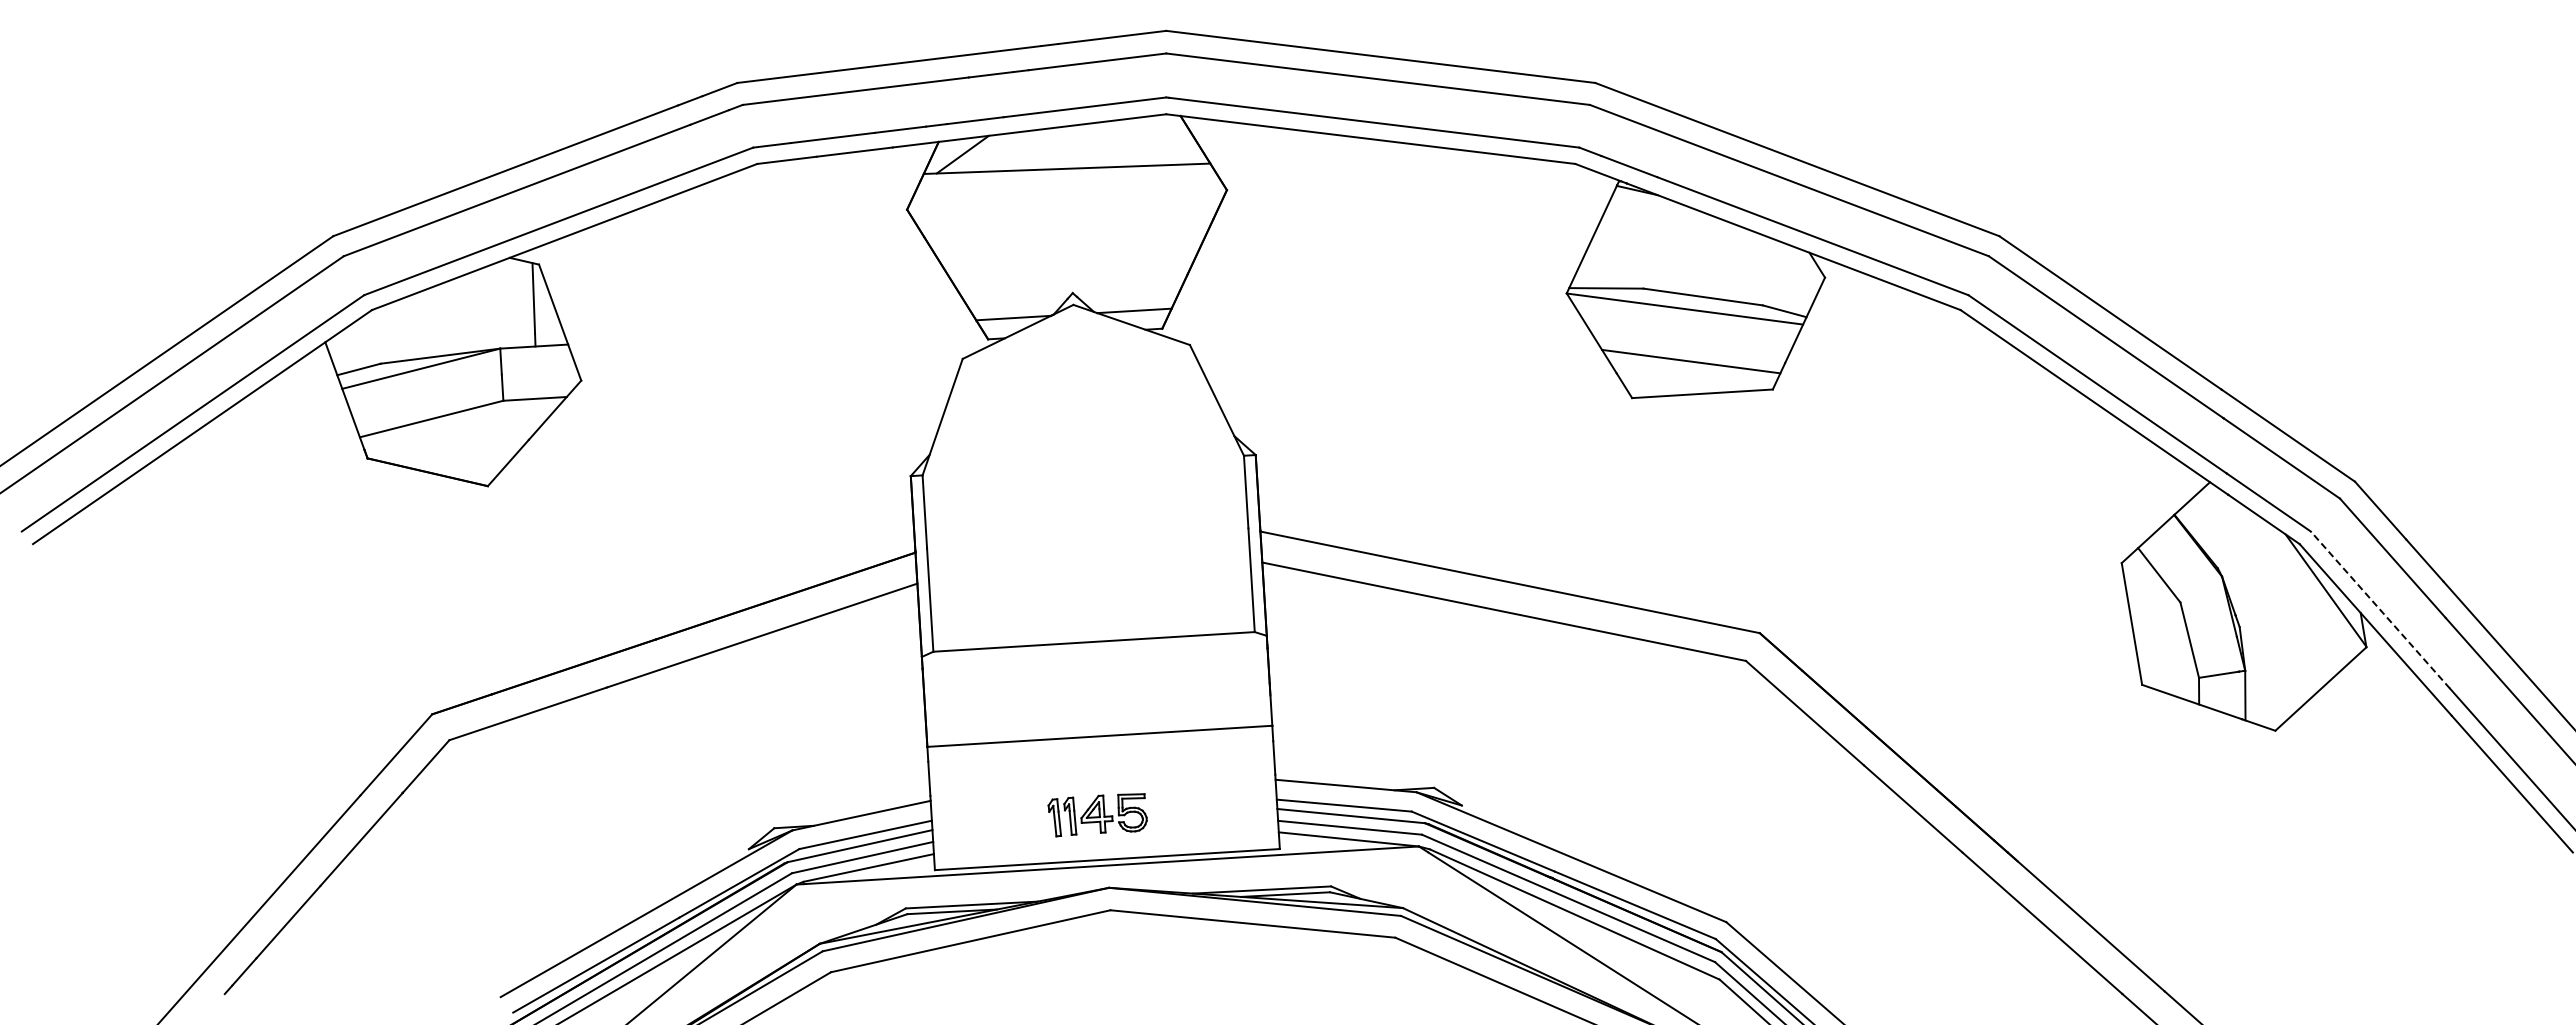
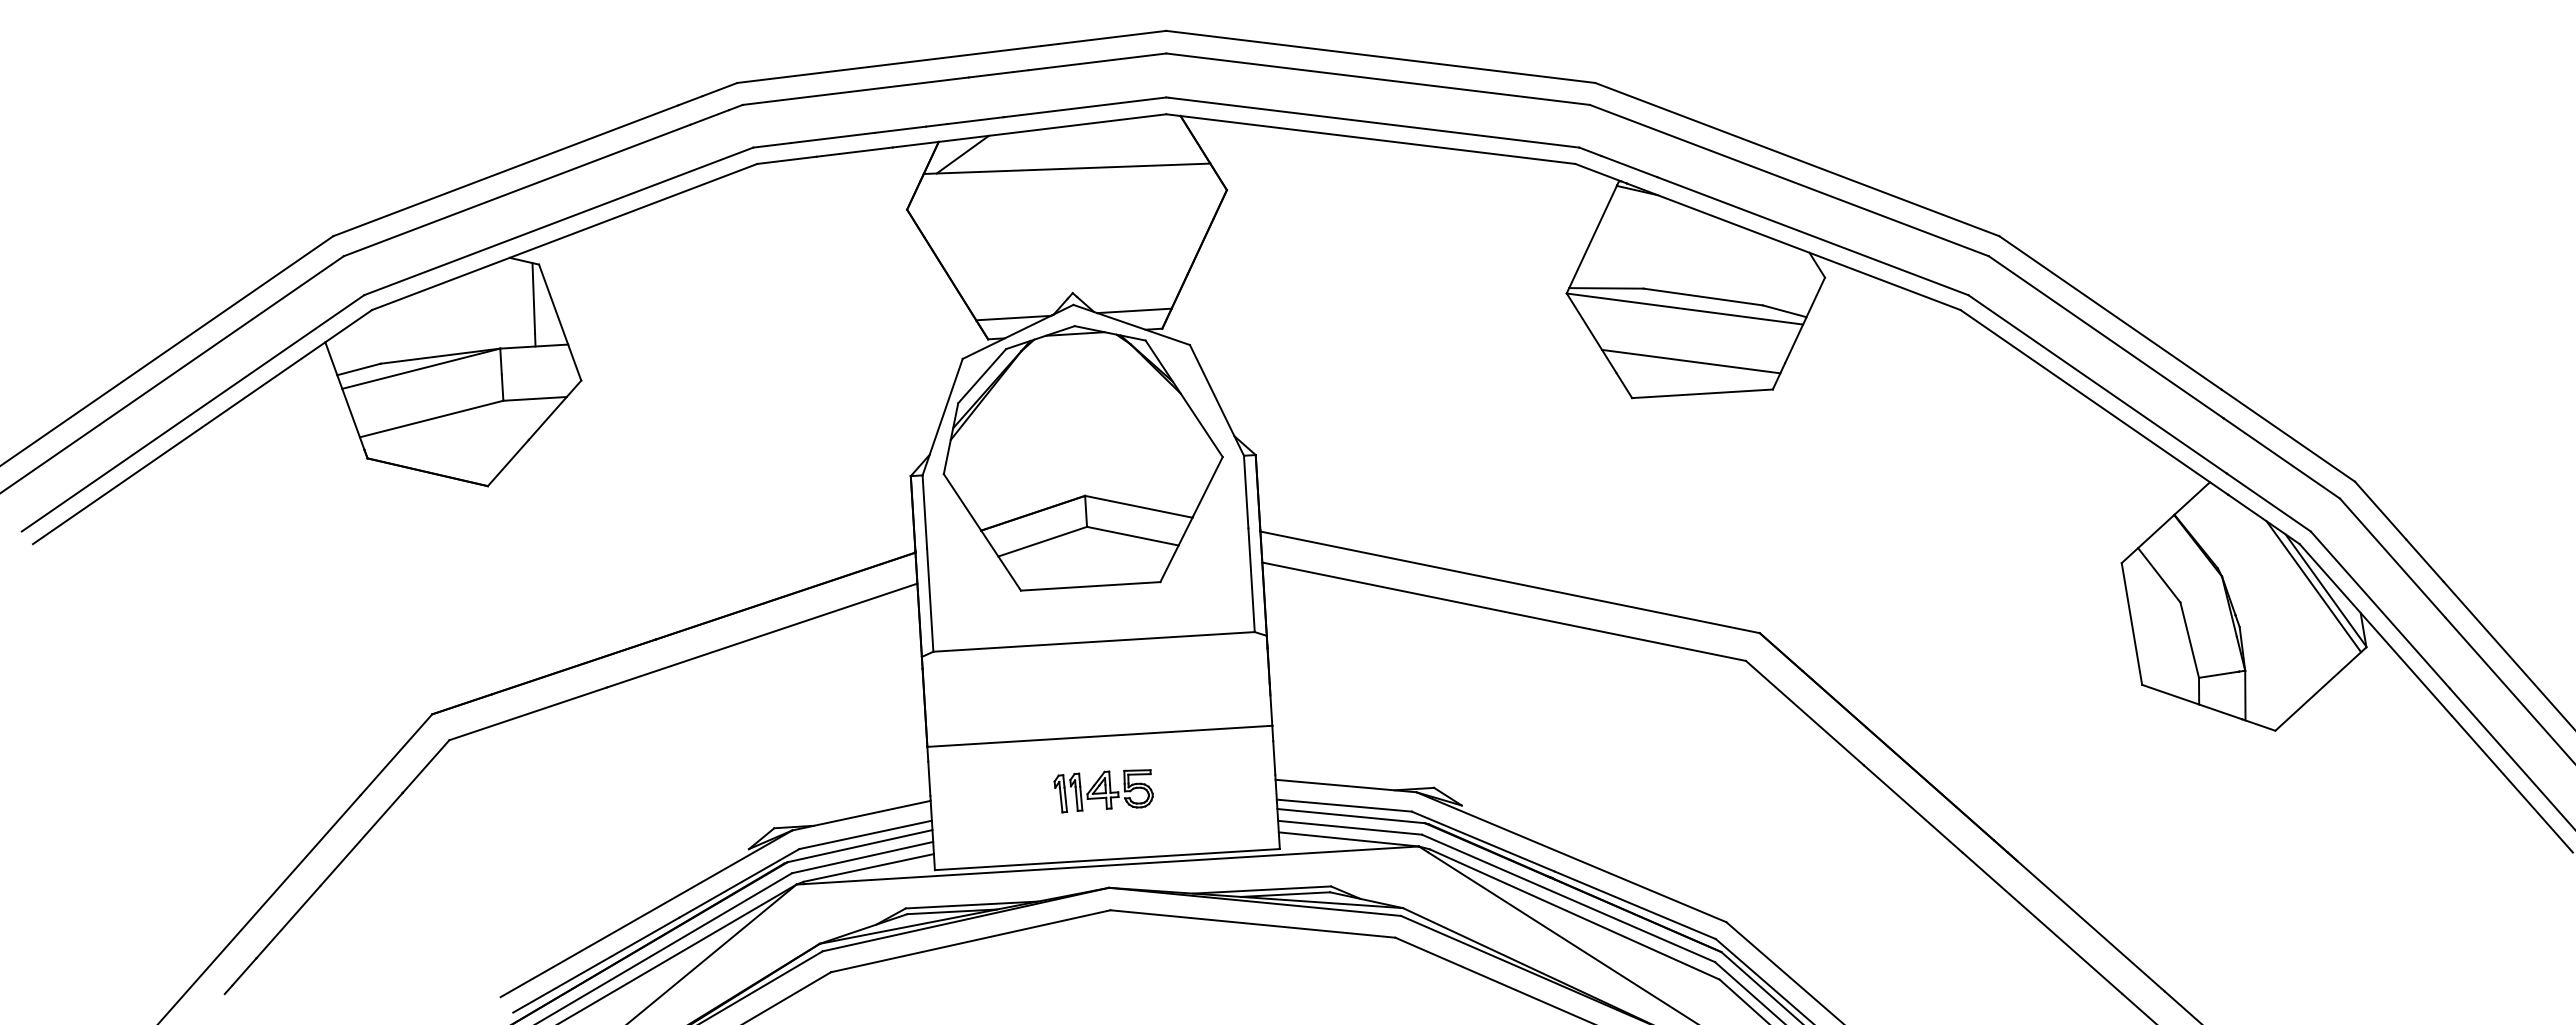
part at (1082, 458): none -> present
line at (2313, 586): none -> present
line at (2380, 610): dashed -> solid
part at (1097, 815) position: (1097, 815) -> (1103, 791)
